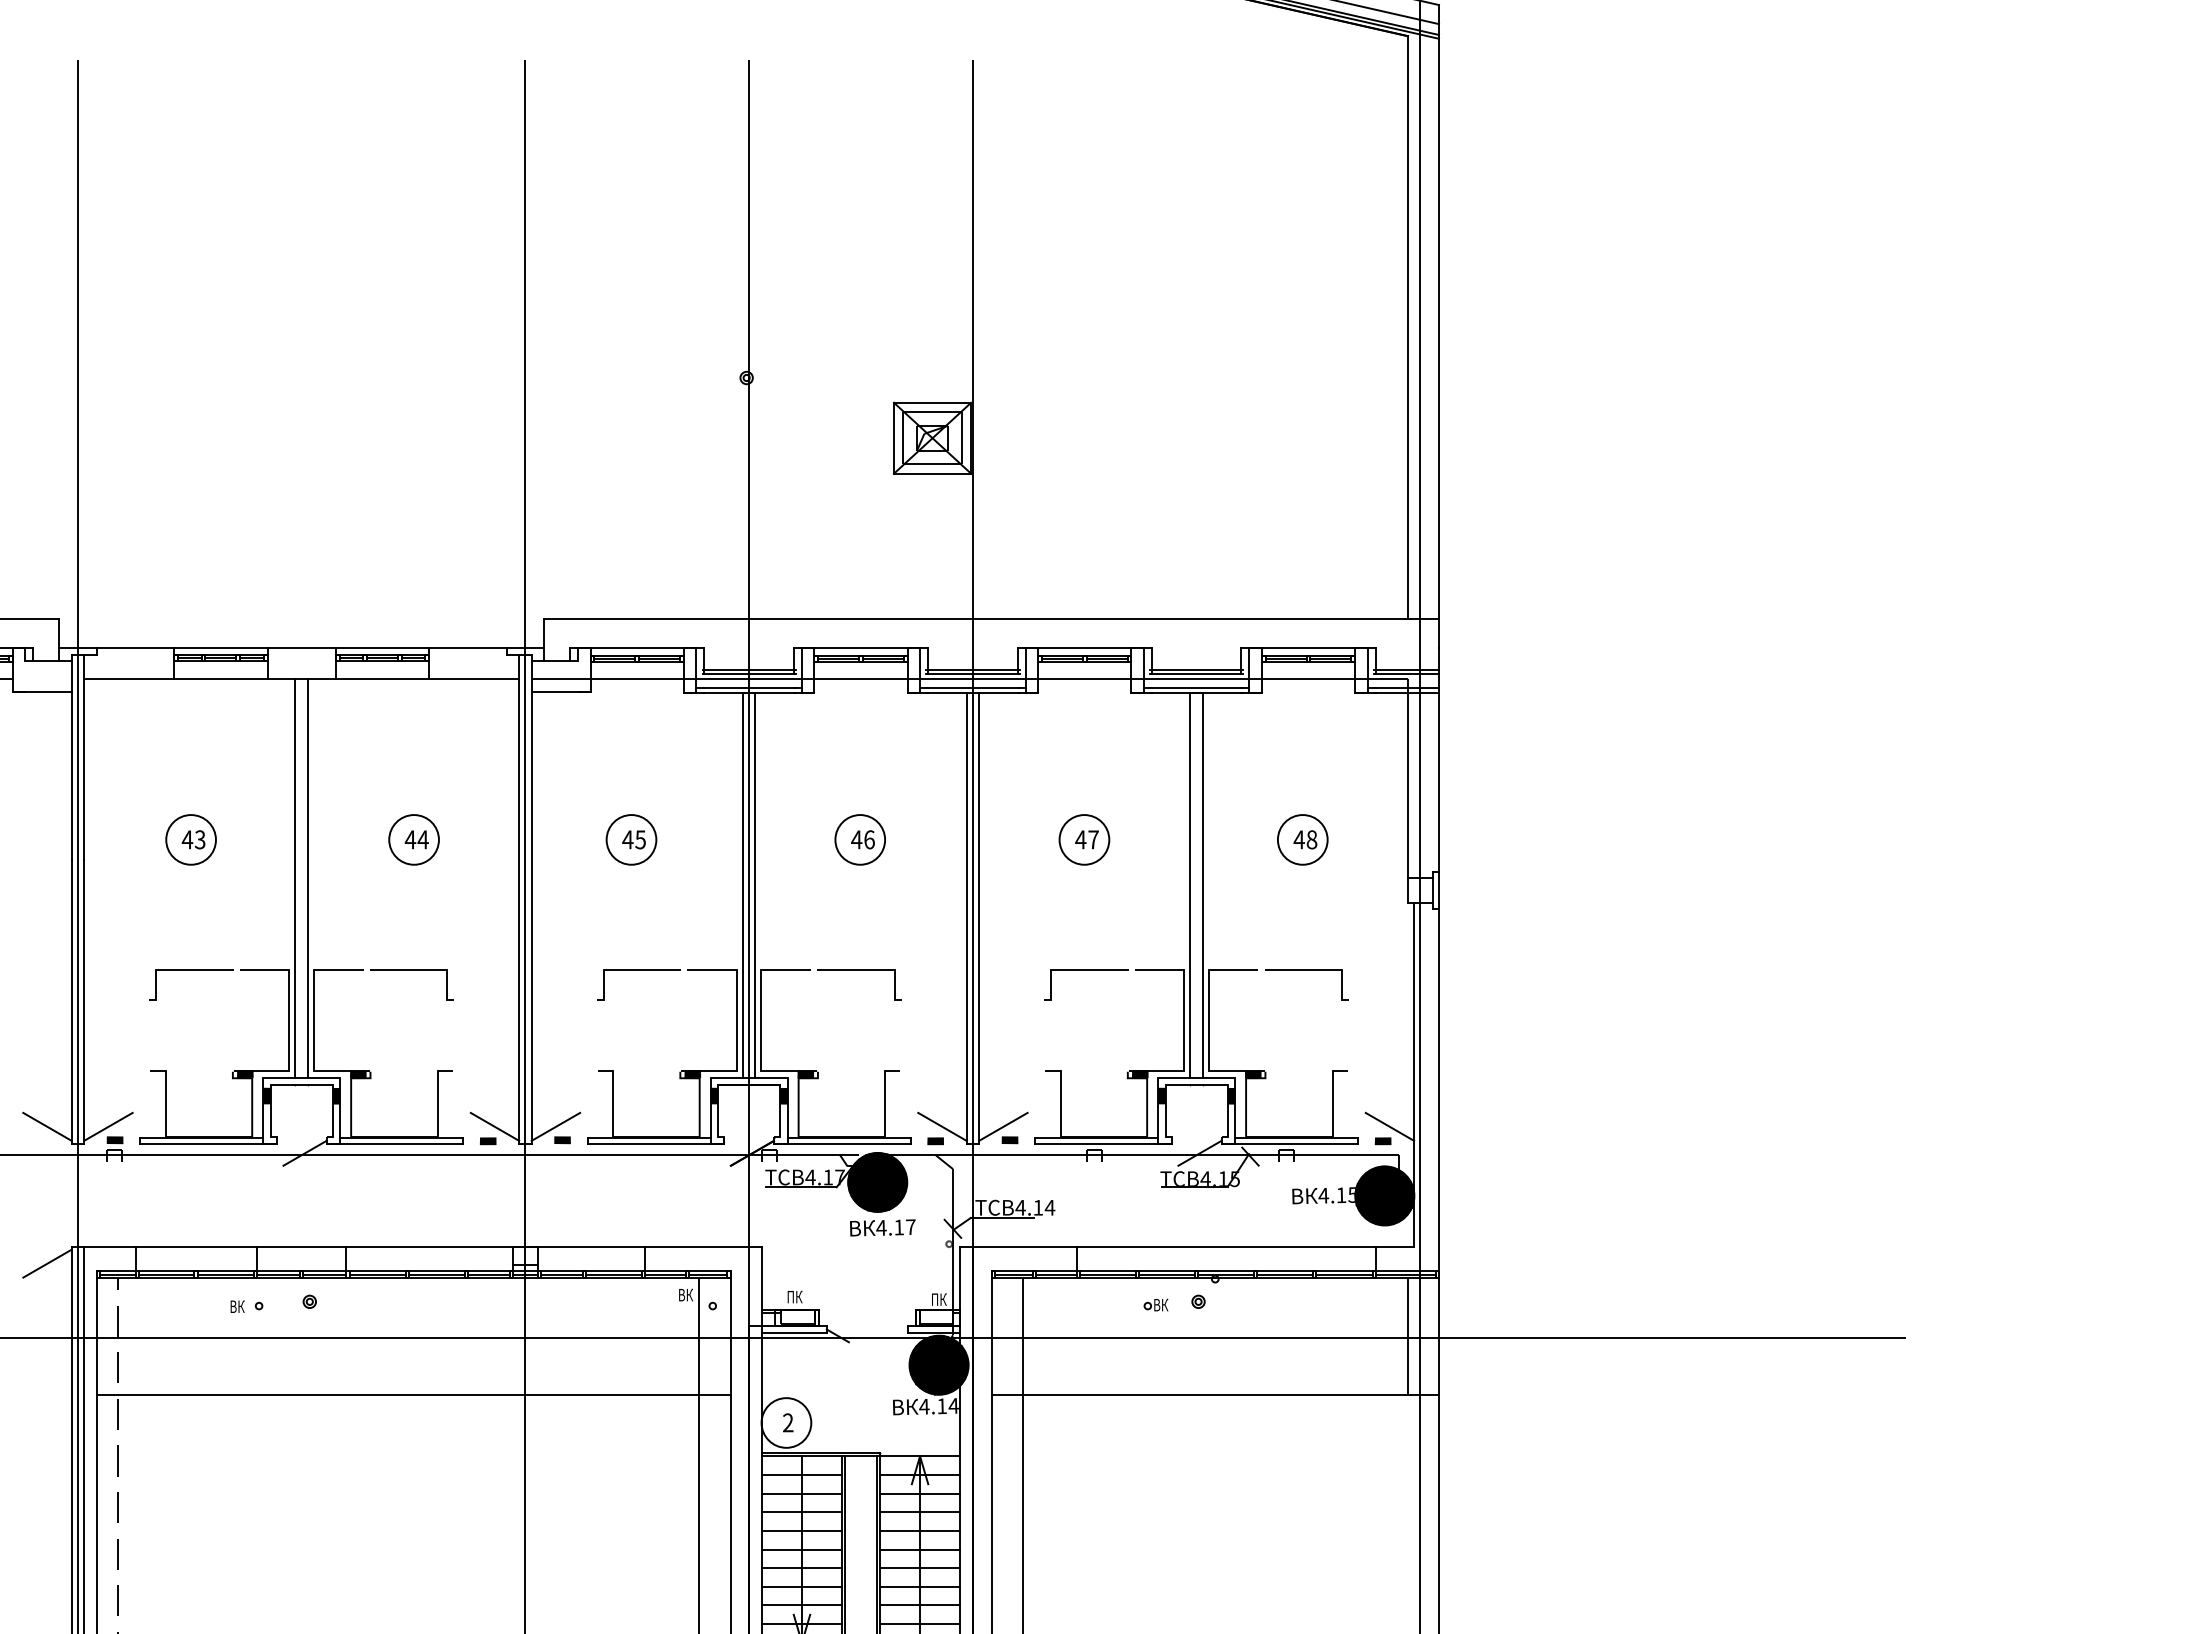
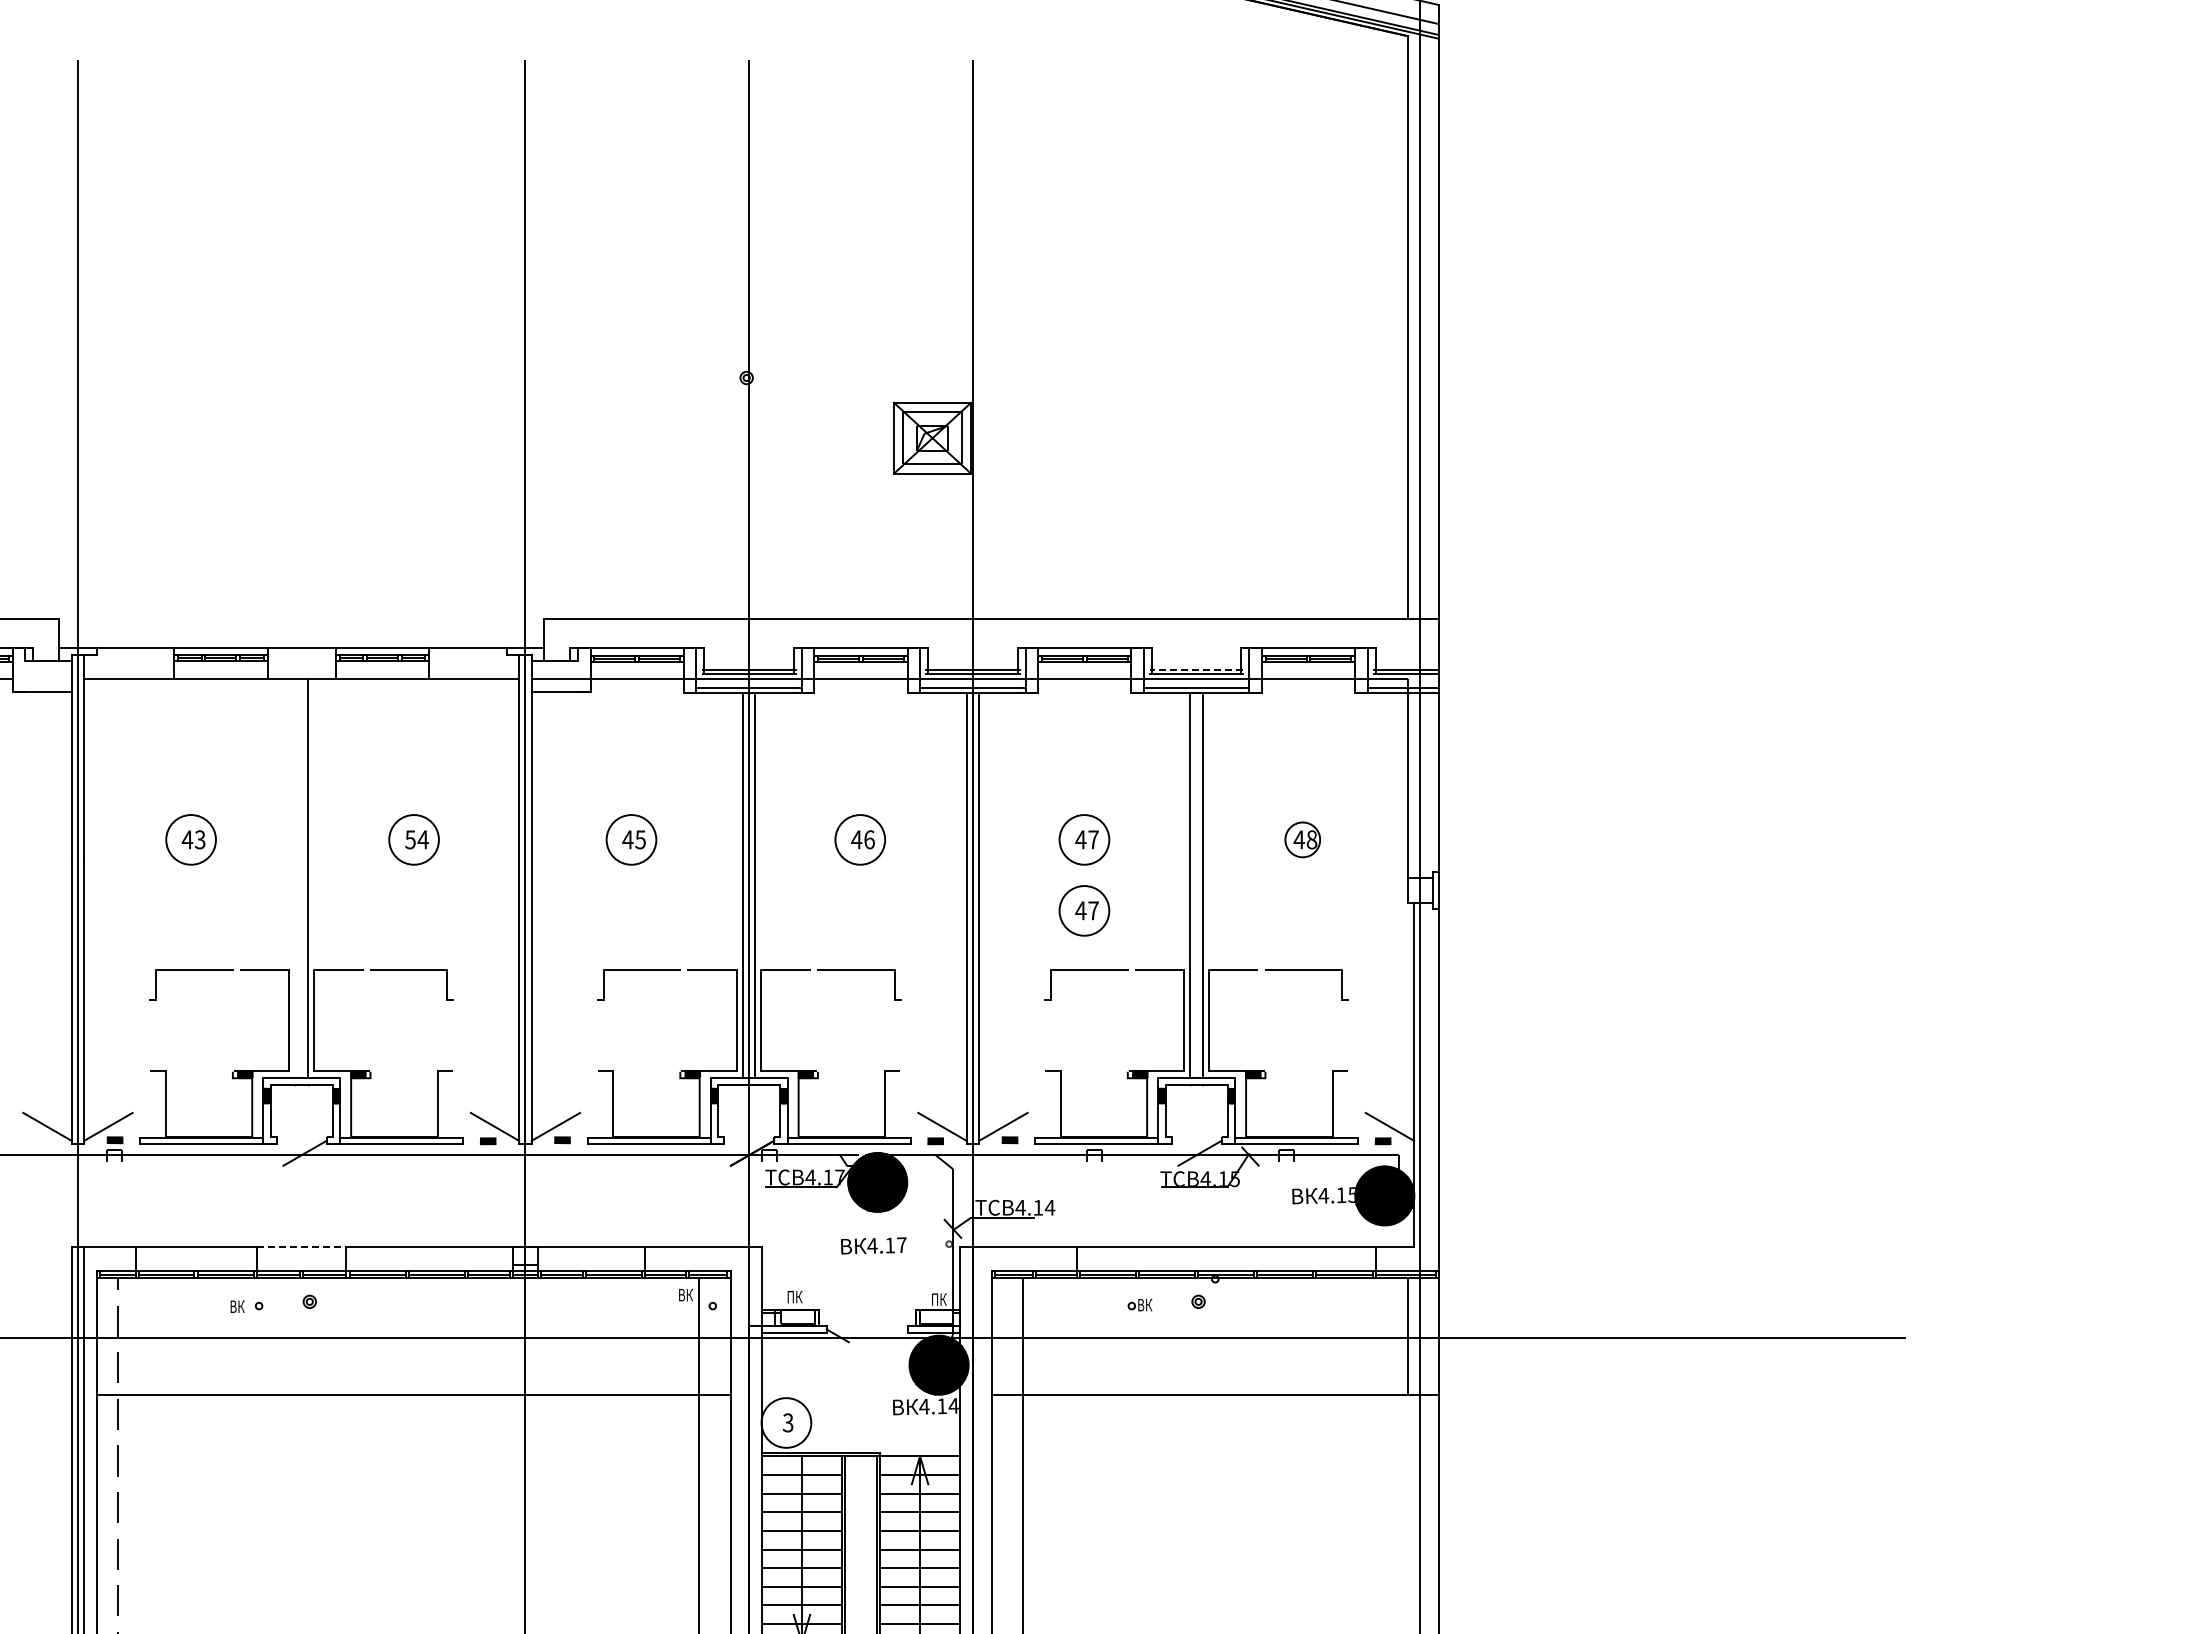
line at (1196, 669): solid -> dashed
text at (410, 839): 44 -> 54
circle at (1302, 839) diameter: 50 px -> 35 px
line at (295, 878): present -> none
part at (1084, 910): none -> present
text at (882, 1227) position: (882, 1227) -> (873, 1245)
line at (301, 1246): solid -> dashed
line at (47, 1263): present -> none
part at (1155, 1304) position: (1155, 1304) -> (1139, 1304)
text at (788, 1423): 2 -> 3
